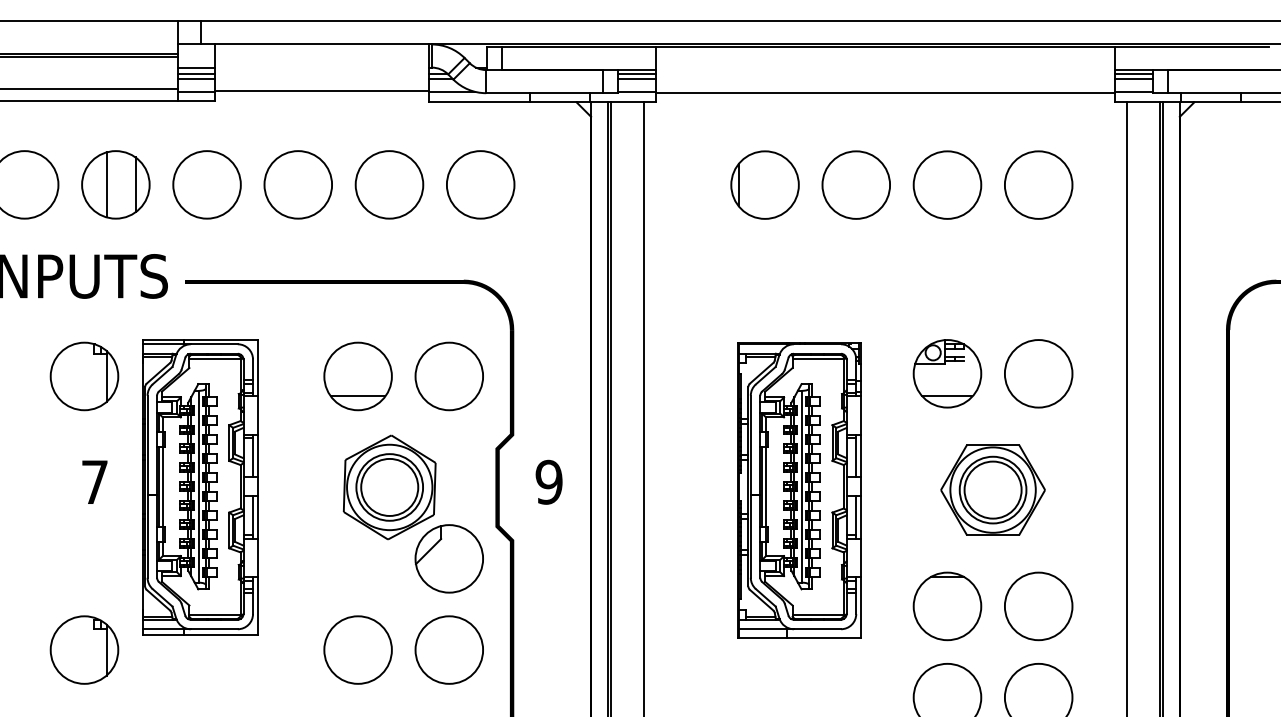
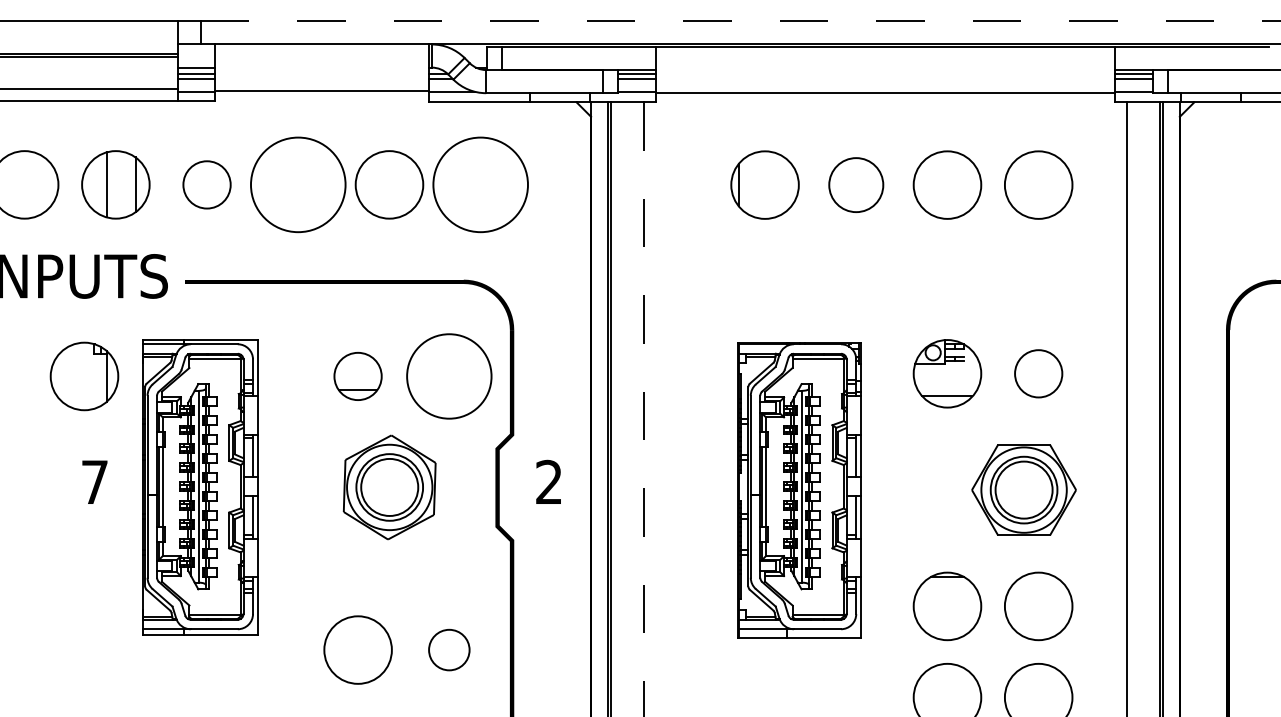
line at (740, 21): solid -> dashed
circle at (206, 184) size: 70x70 px -> 50x50 px
circle at (298, 184) diameter: 68 px -> 95 px
circle at (480, 184) diameter: 68 px -> 95 px
circle at (856, 184) diameter: 68 px -> 54 px
circle at (1038, 373) diameter: 68 px -> 47 px
part at (357, 376) size: 70x71 px -> 50x49 px
circle at (449, 376) diameter: 68 px -> 84 px
line at (644, 409): solid -> dashed
text at (548, 482): 9 -> 2
part at (992, 489) position: (992, 489) -> (1023, 489)
part at (448, 558): present -> none
part at (84, 649): present -> none
circle at (449, 649) diameter: 68 px -> 41 px
